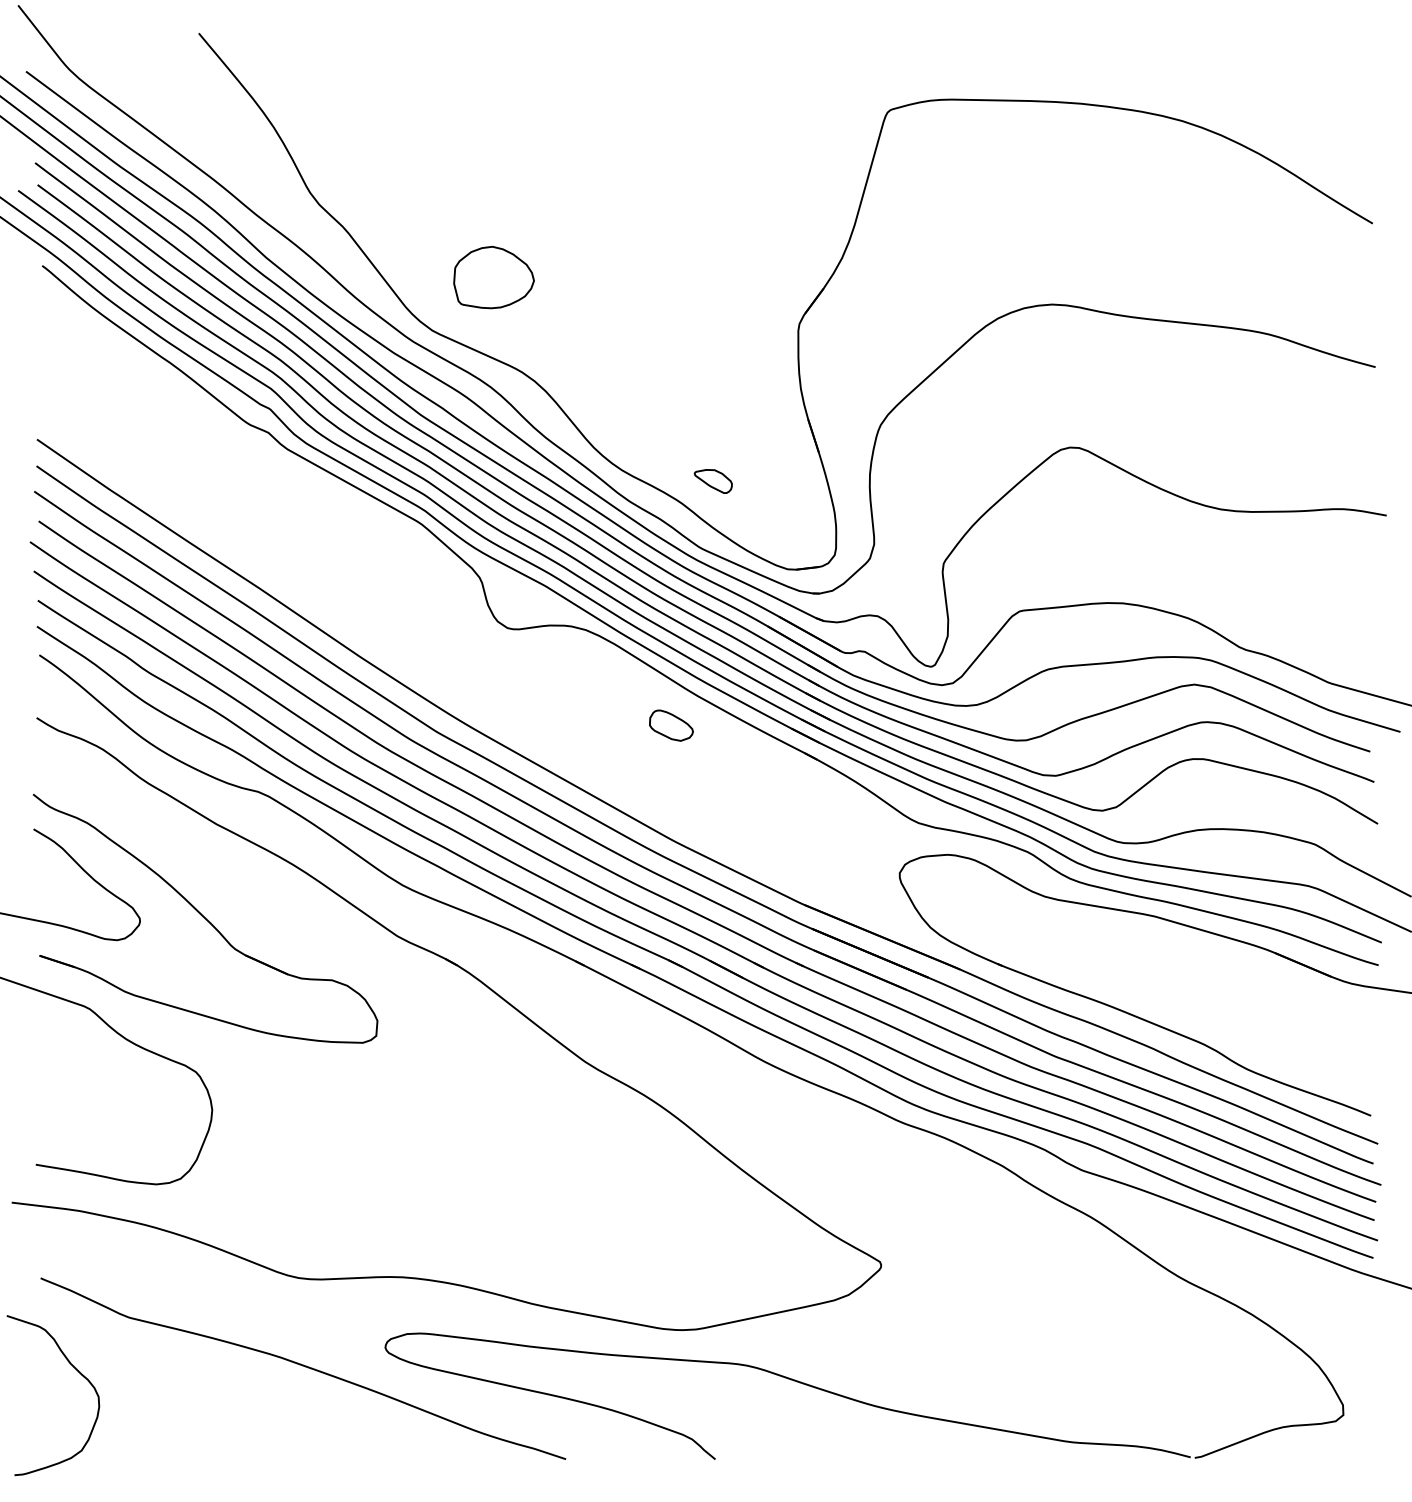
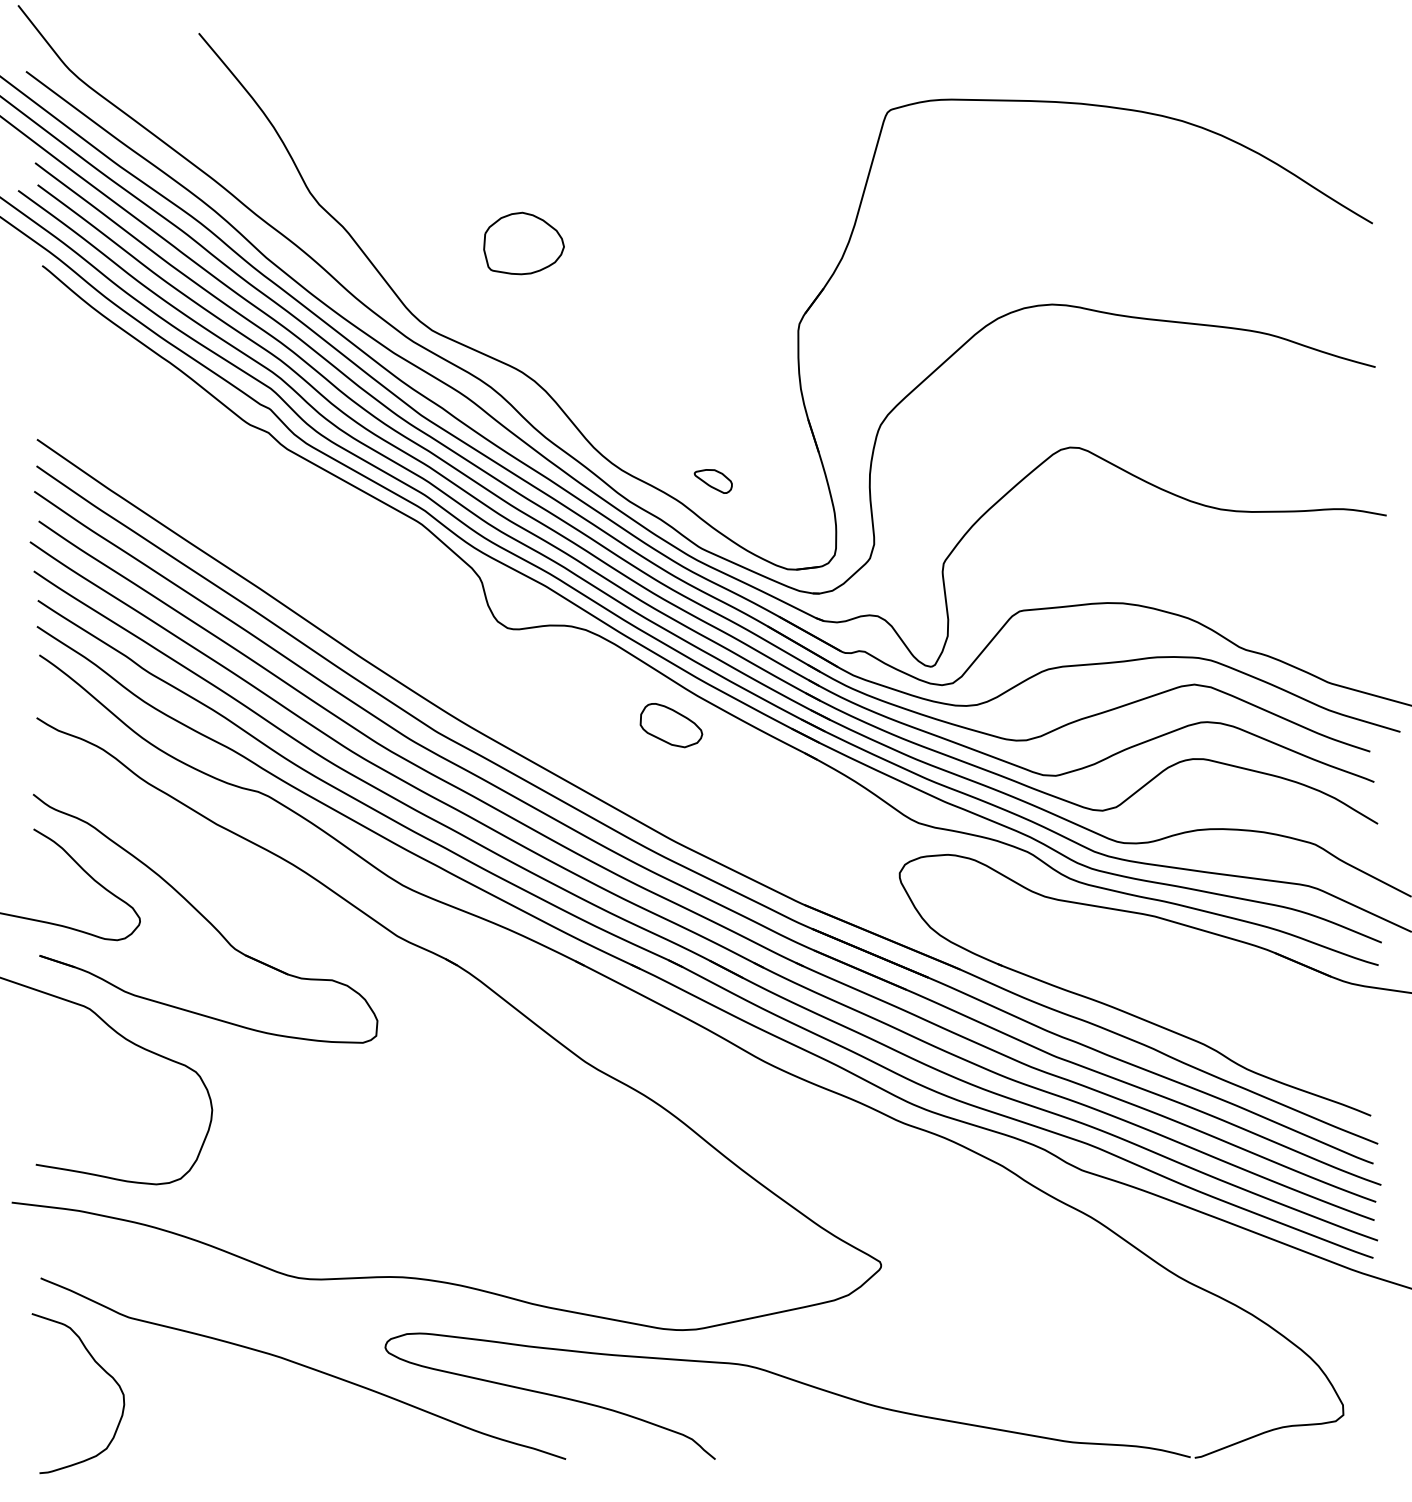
part at (493, 277) position: (493, 277) -> (523, 243)
part at (671, 725) size: 45x33 px -> 65x46 px
curve at (77, 1371) position: (77, 1371) -> (102, 1369)
